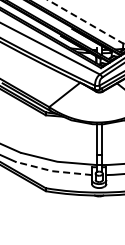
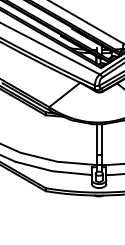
line at (86, 22): dashed -> solid
line at (52, 171): dashed -> solid
